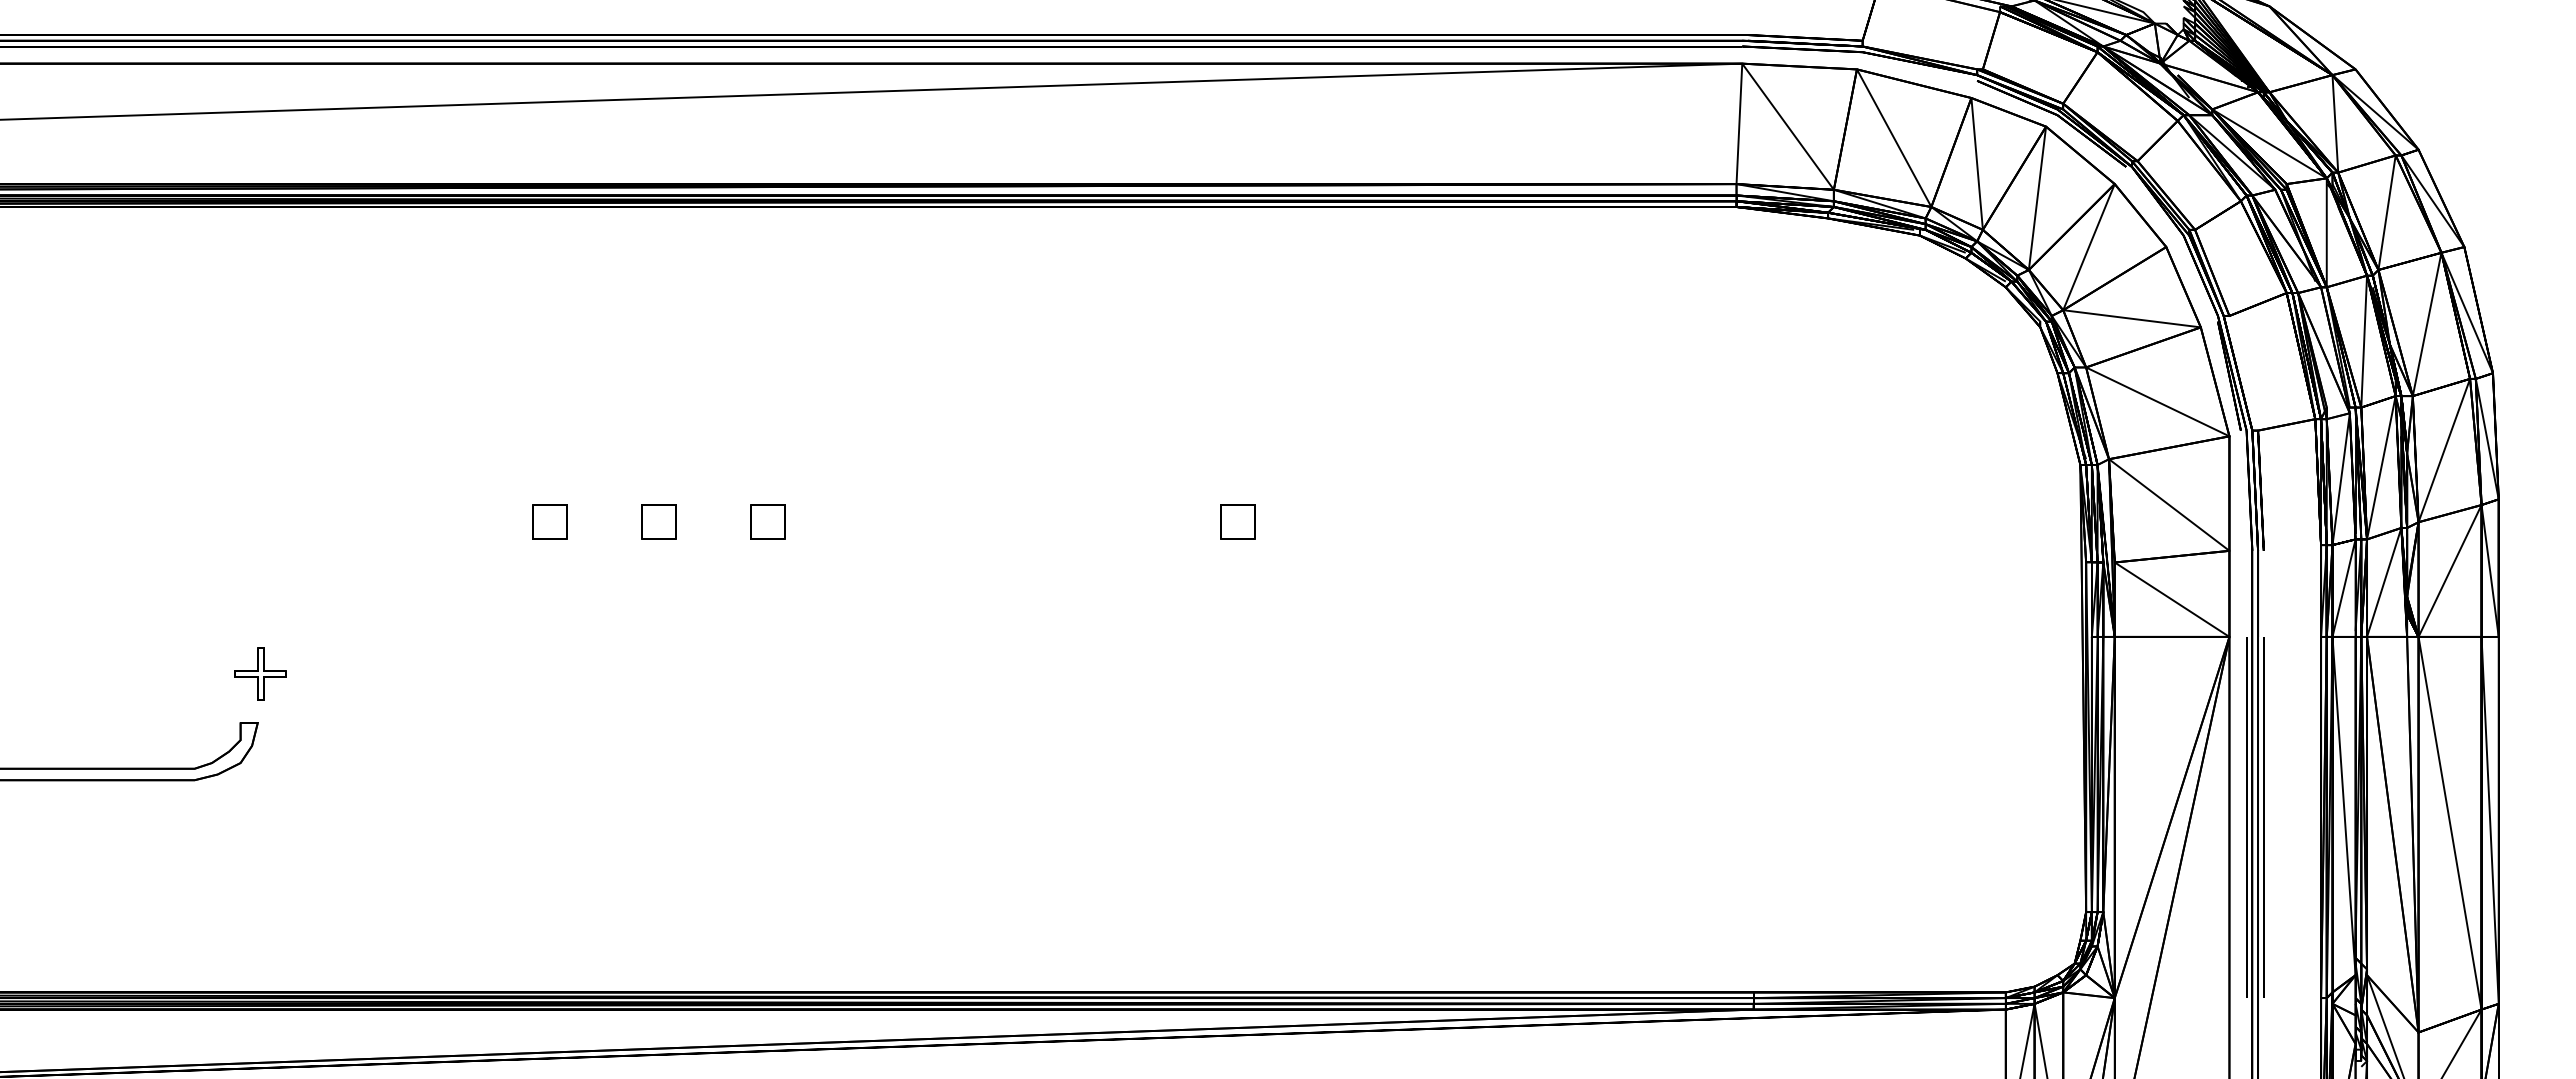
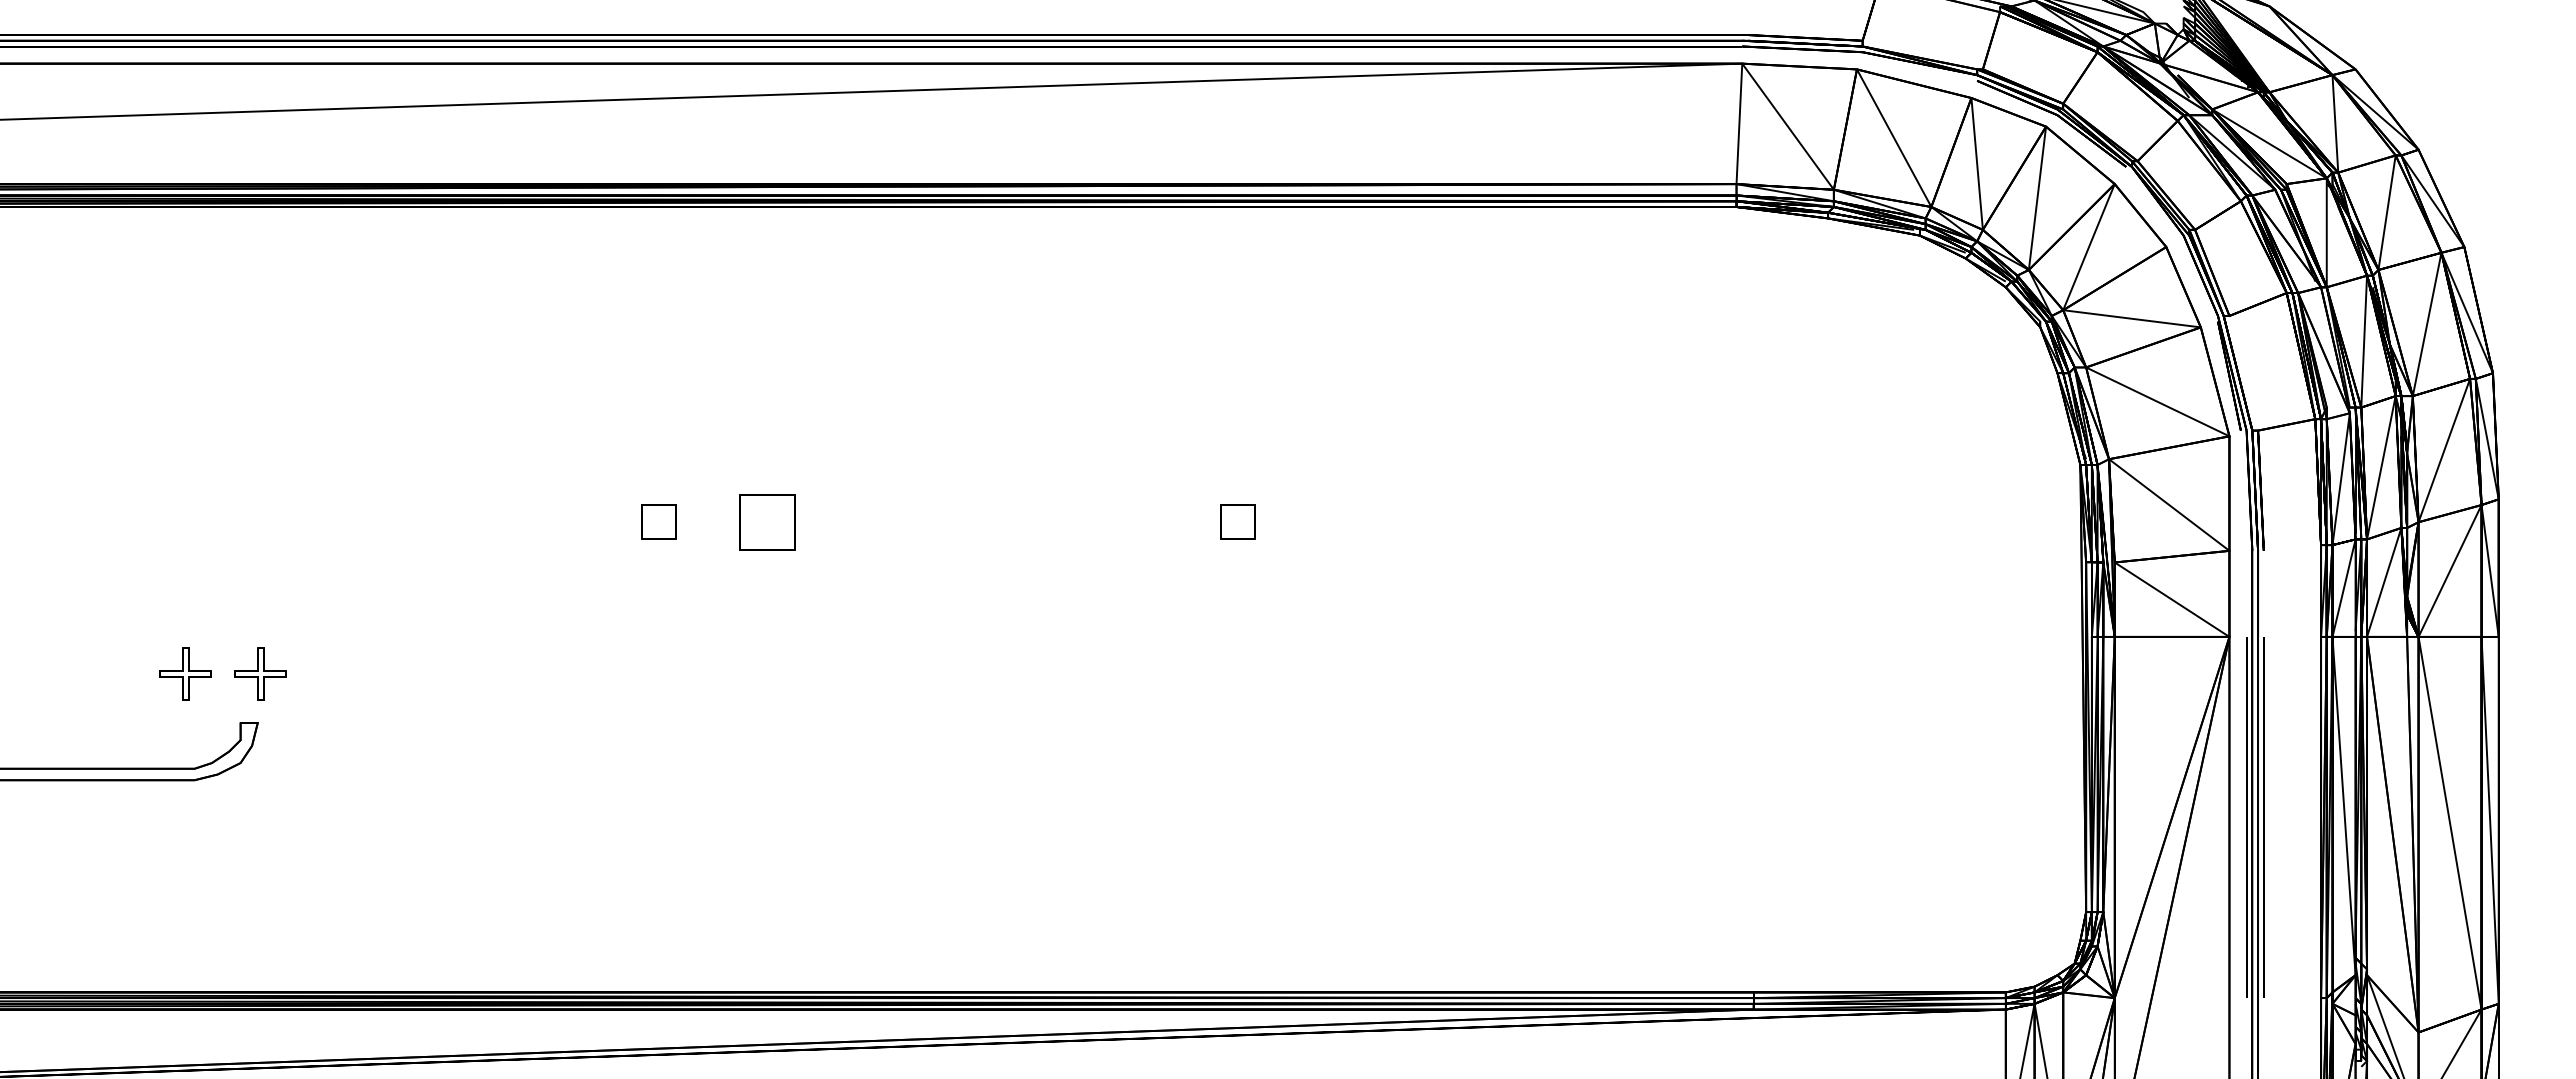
part at (549, 521): present -> none
part at (767, 521) size: 36x36 px -> 57x57 px
part at (185, 673): none -> present
